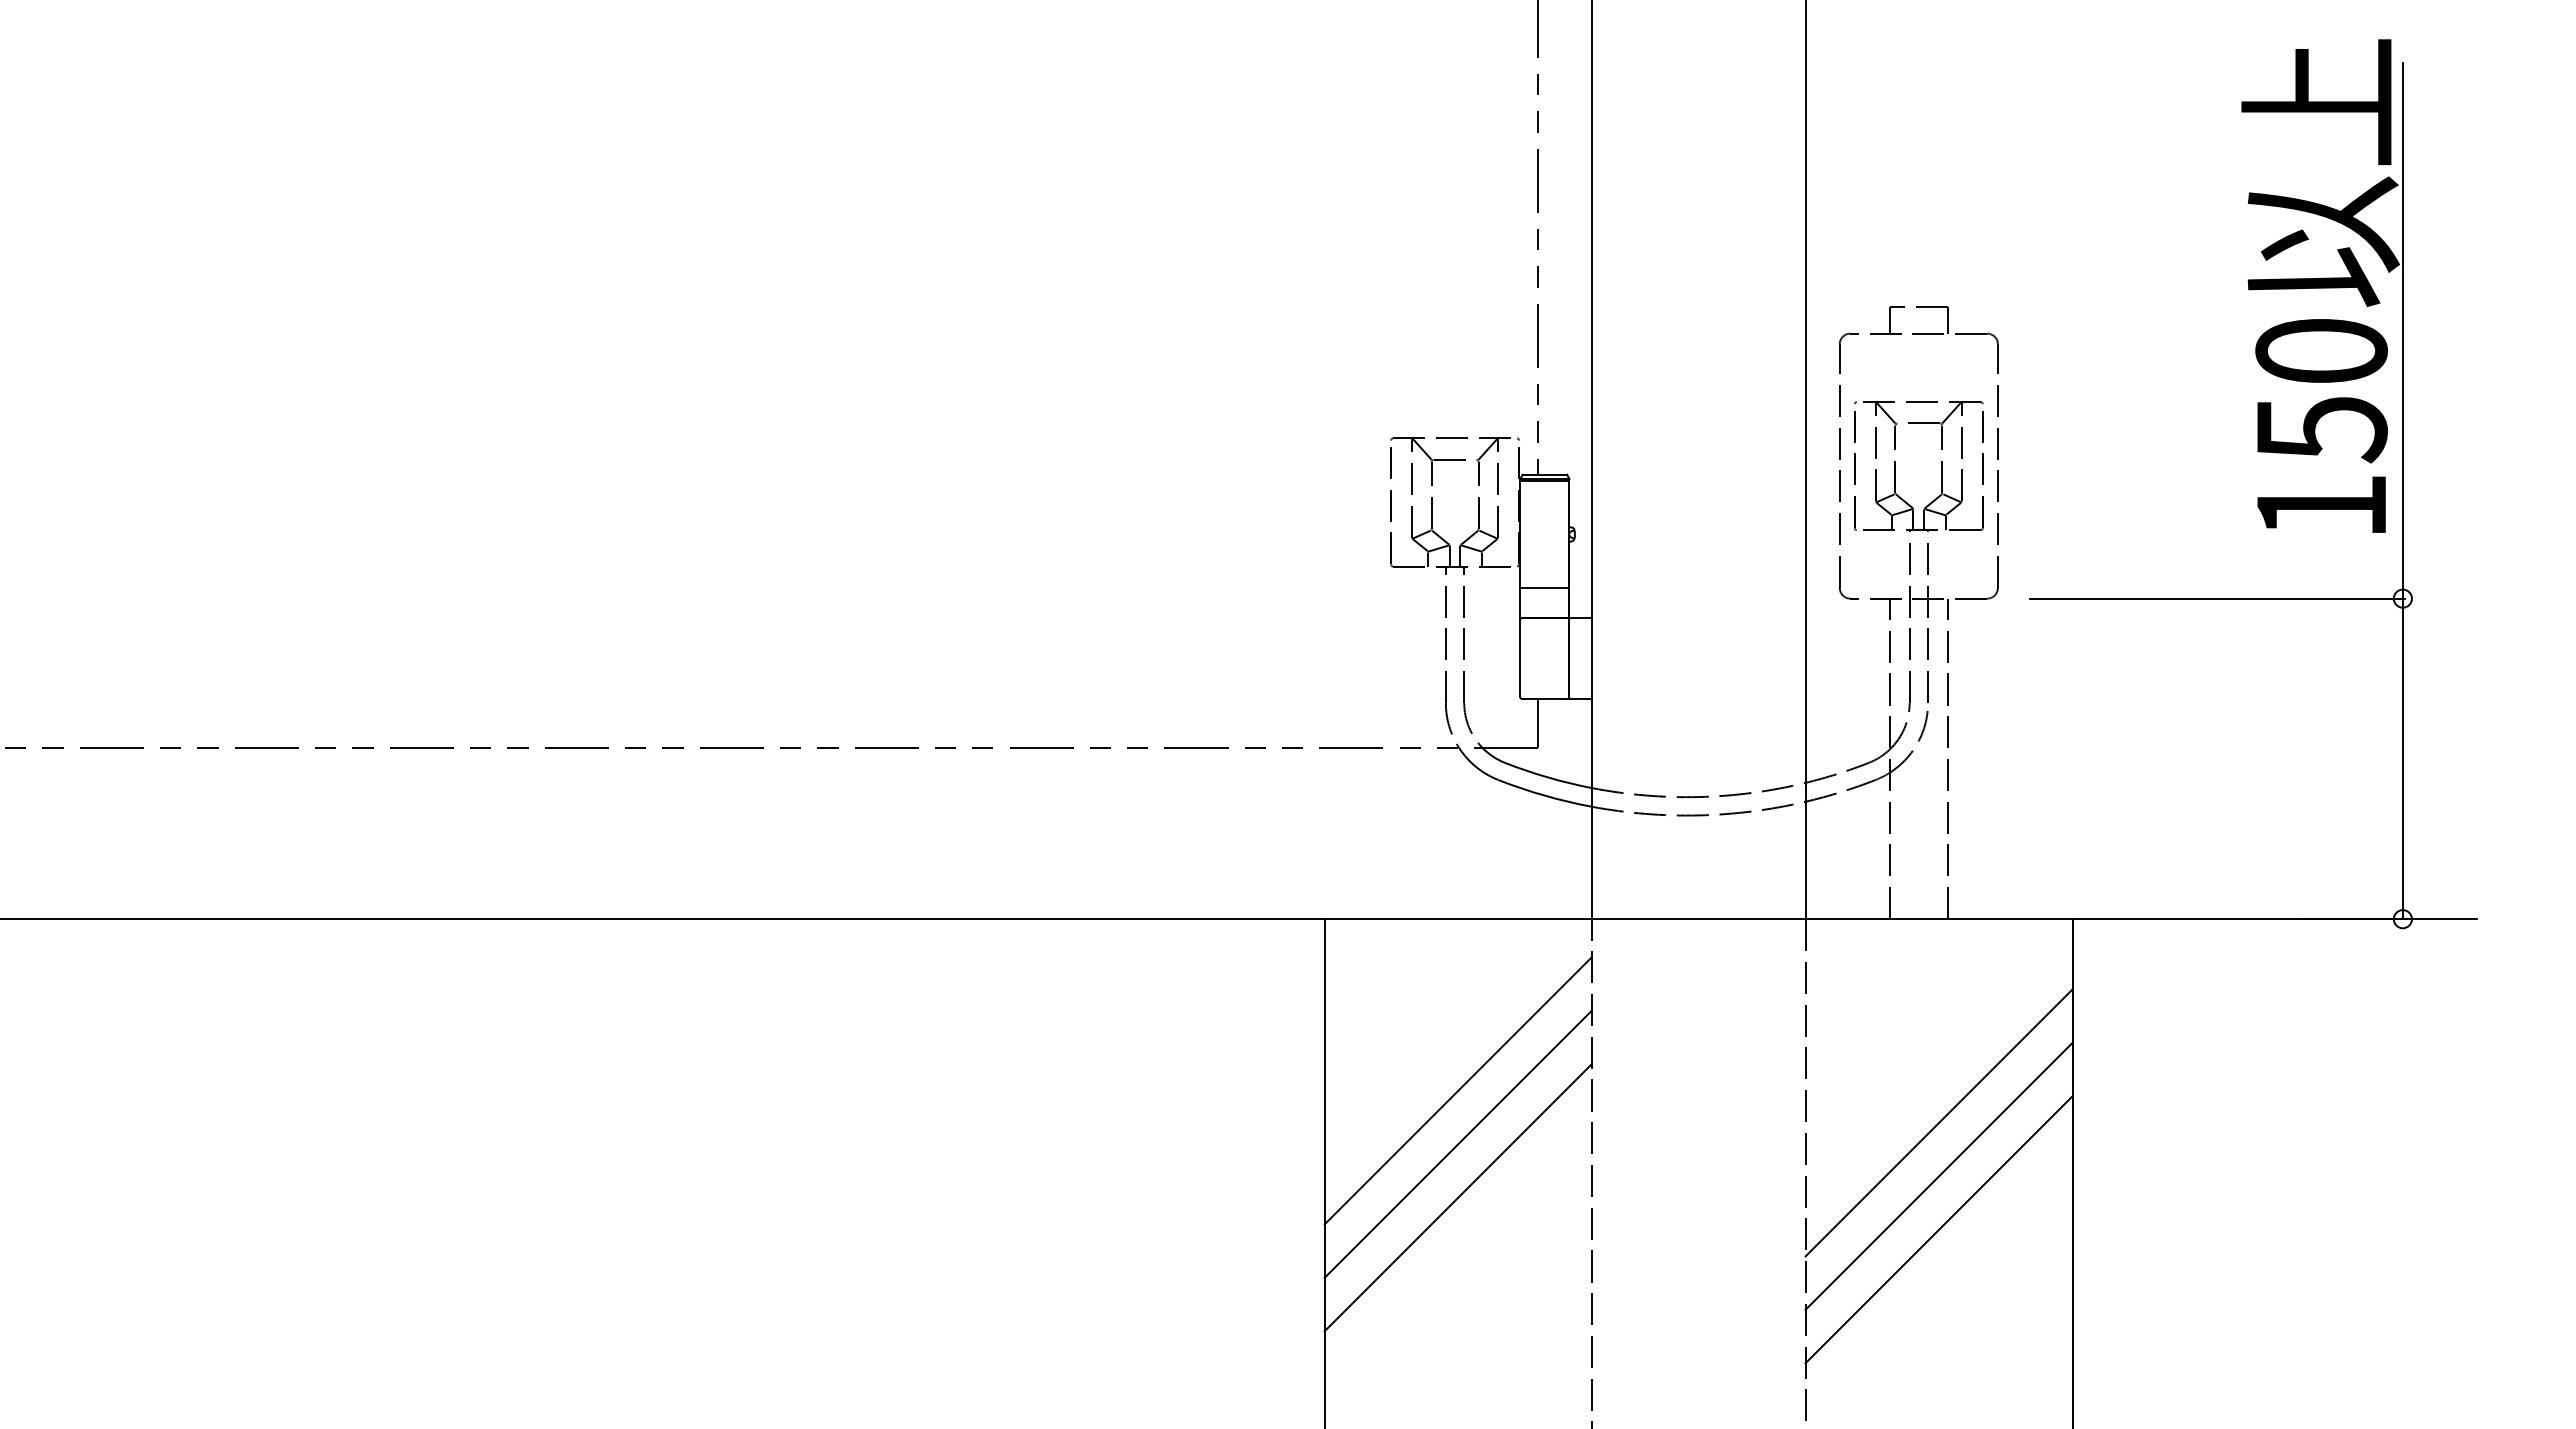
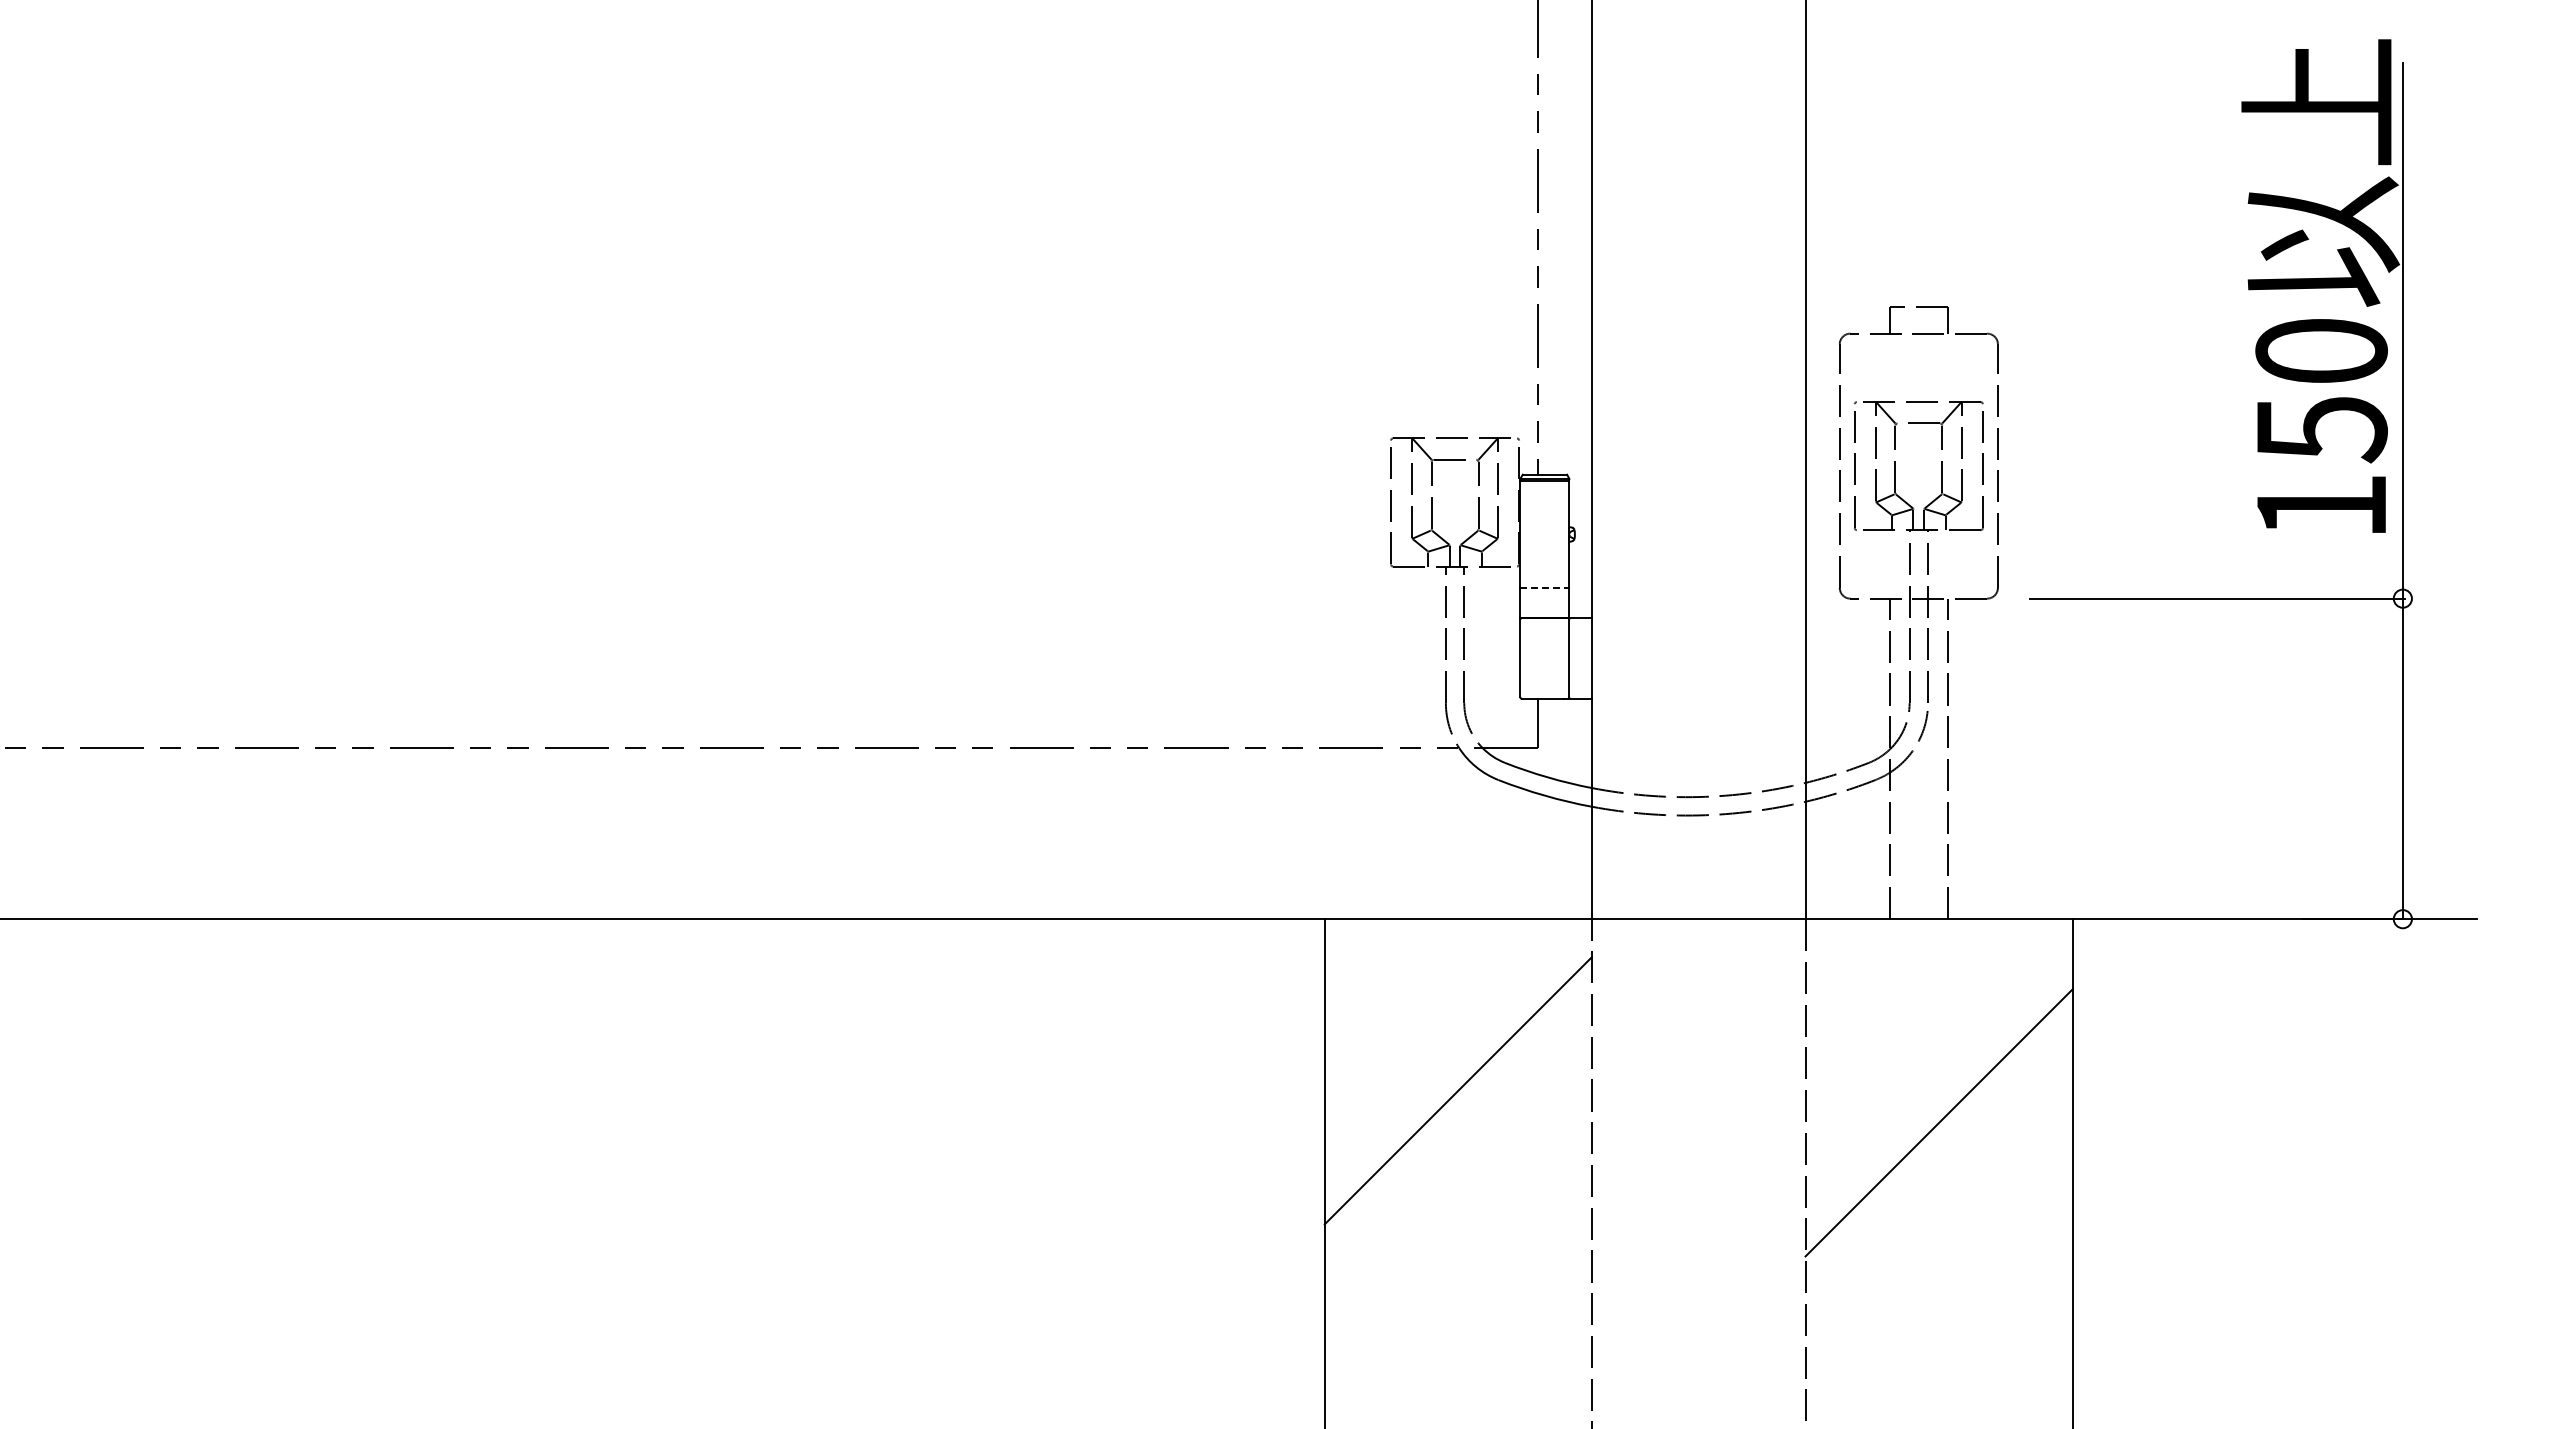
line at (1544, 587): solid -> dashed
line at (1457, 1143): present -> none
line at (1938, 1175): present -> none
line at (1457, 1197): present -> none
line at (1938, 1229): present -> none
